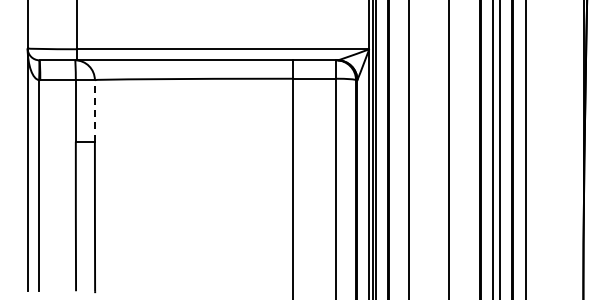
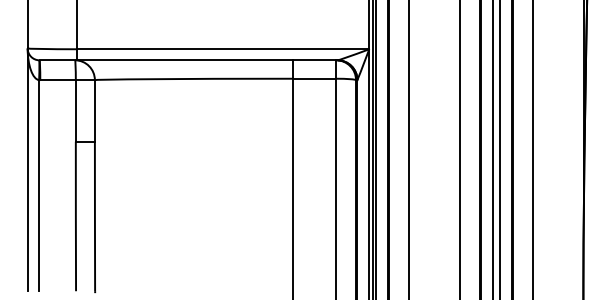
line at (94, 110): dashed -> solid
line at (449, 149) position: (449, 149) -> (460, 149)
line at (526, 149) position: (526, 149) -> (533, 149)
